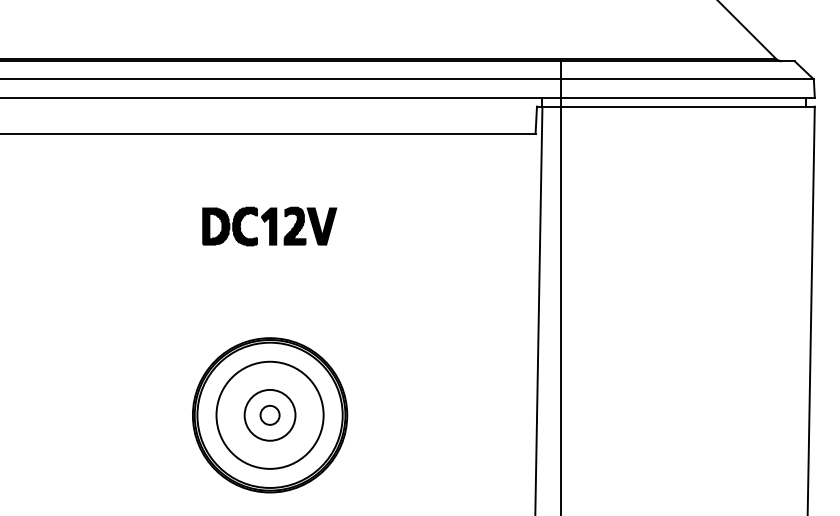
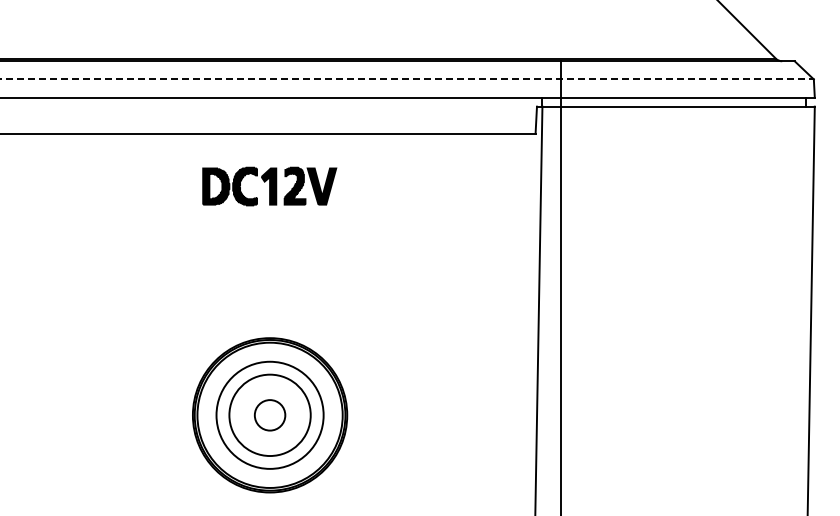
line at (407, 79): solid -> dashed
part at (269, 226) position: (269, 226) -> (269, 186)
circle at (269, 414) diameter: 19 px -> 31 px
circle at (269, 414) diameter: 51 px -> 81 px
